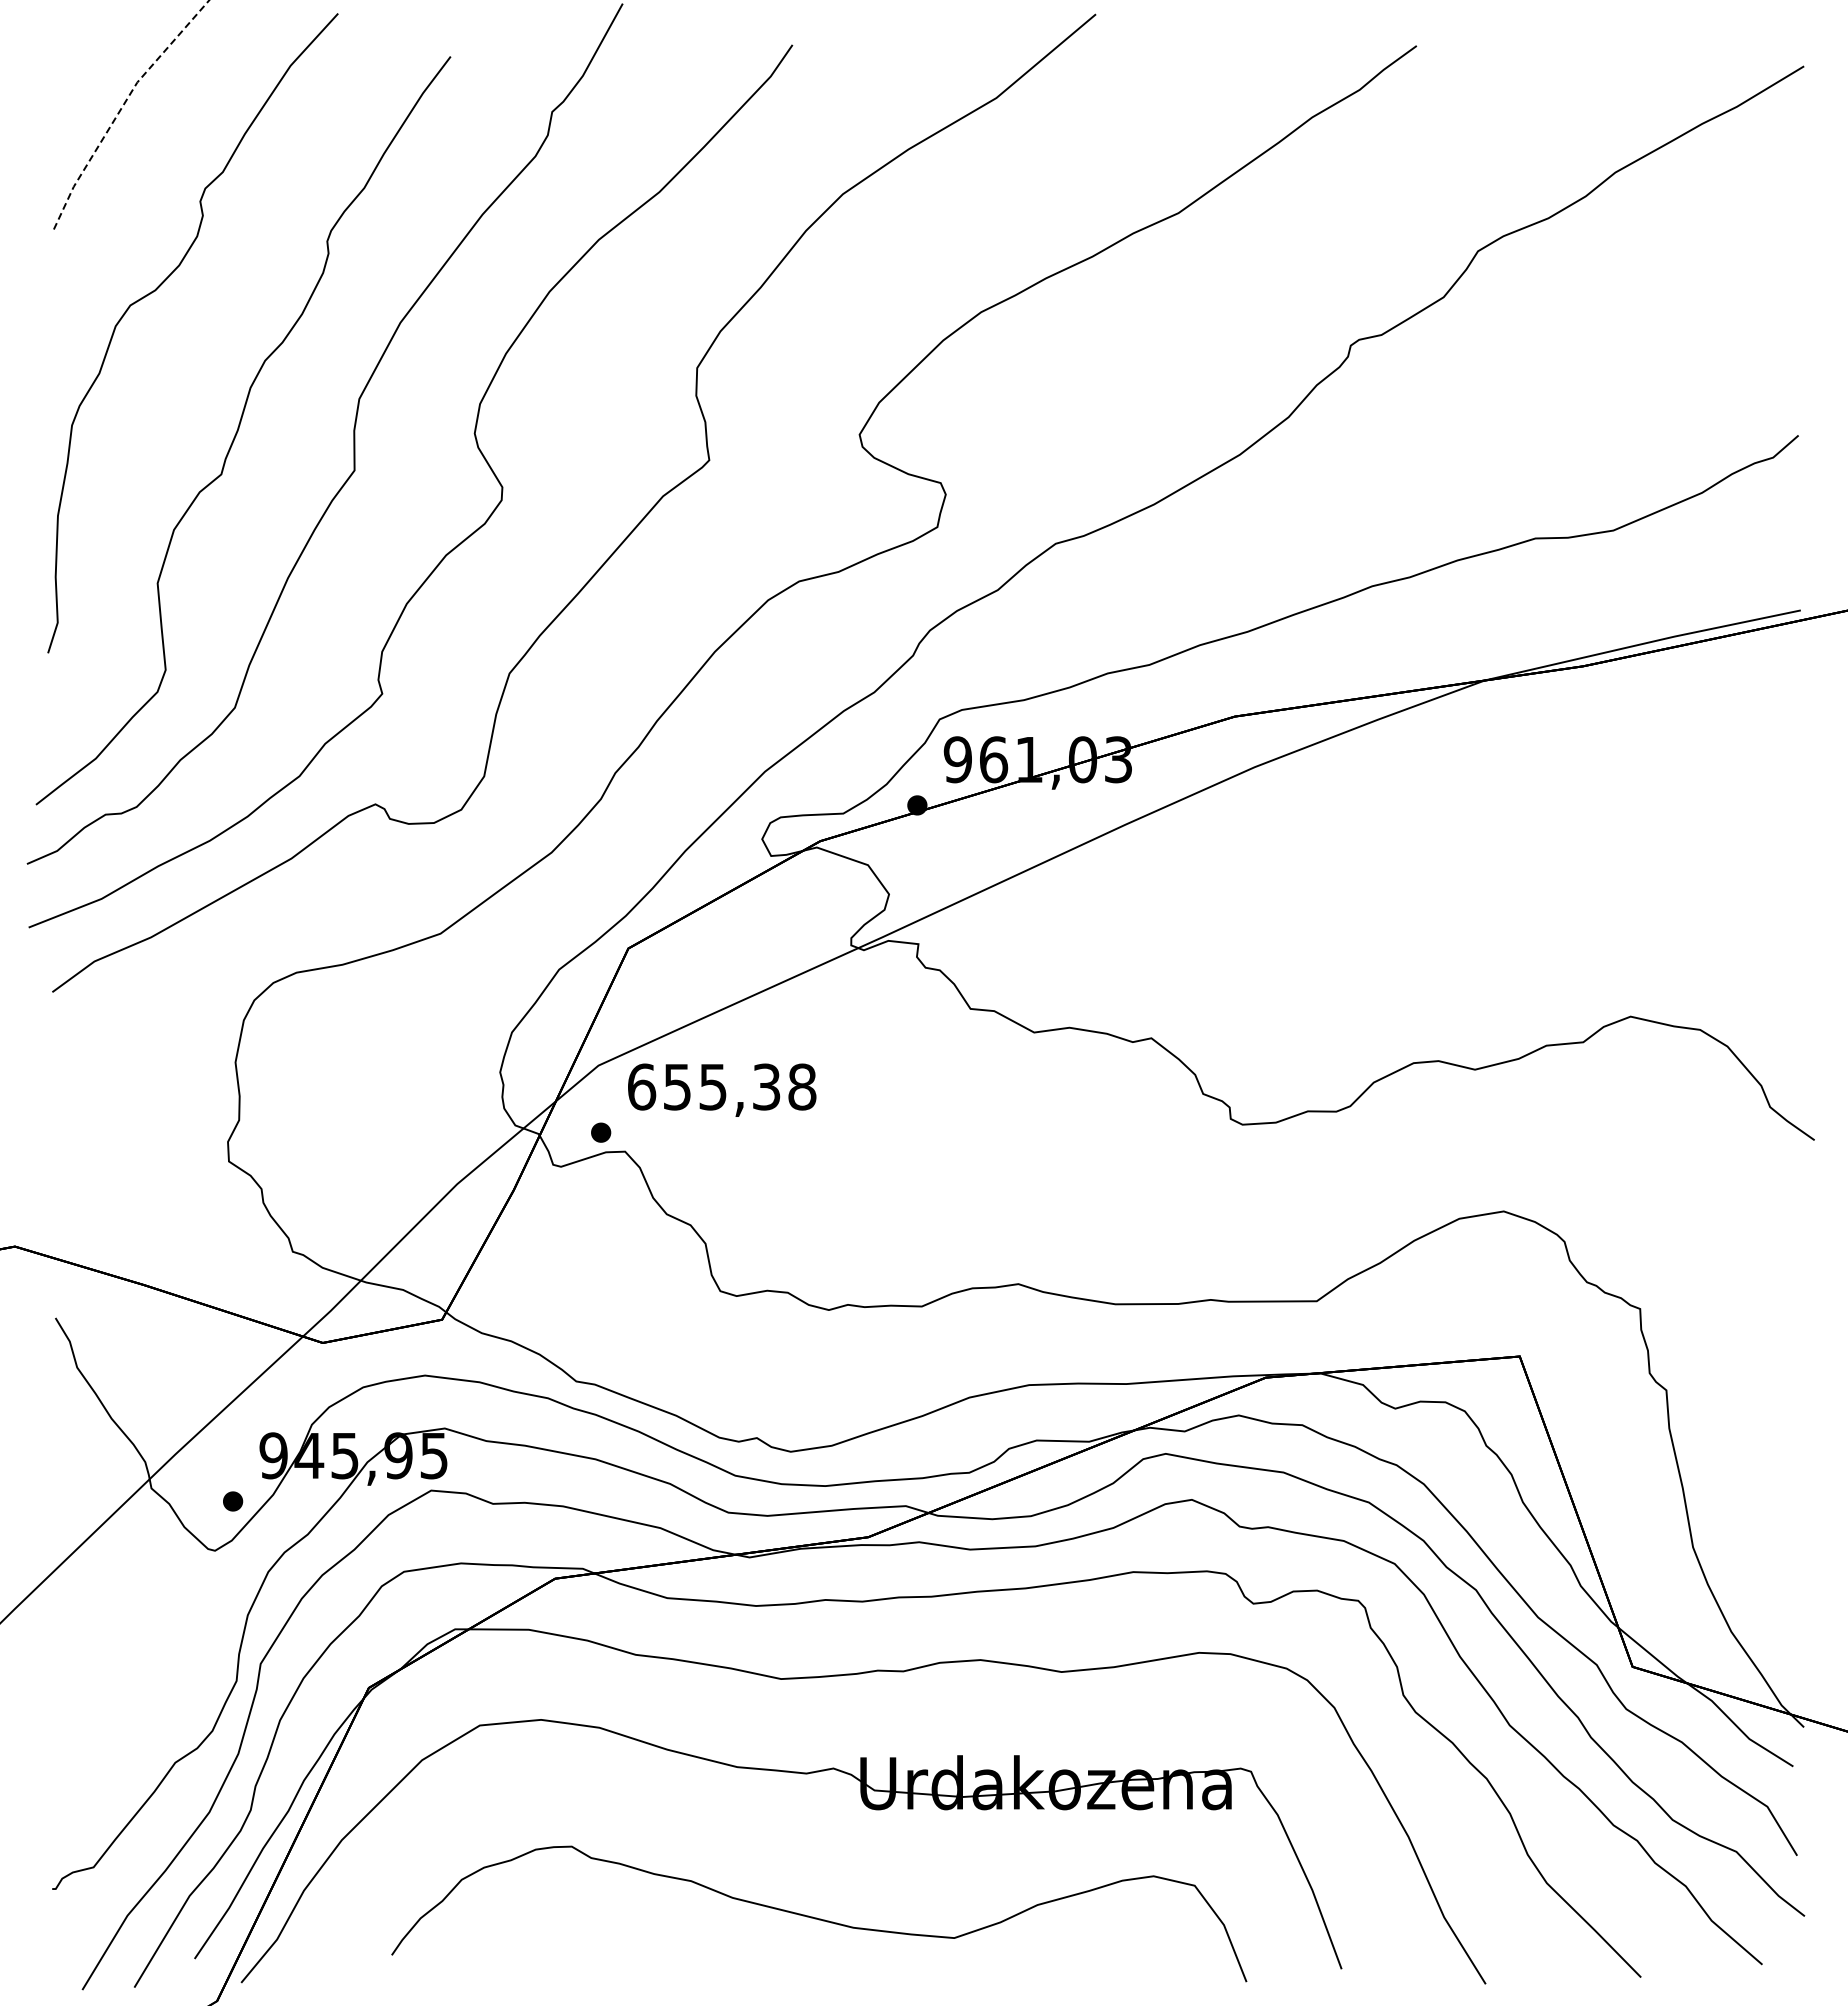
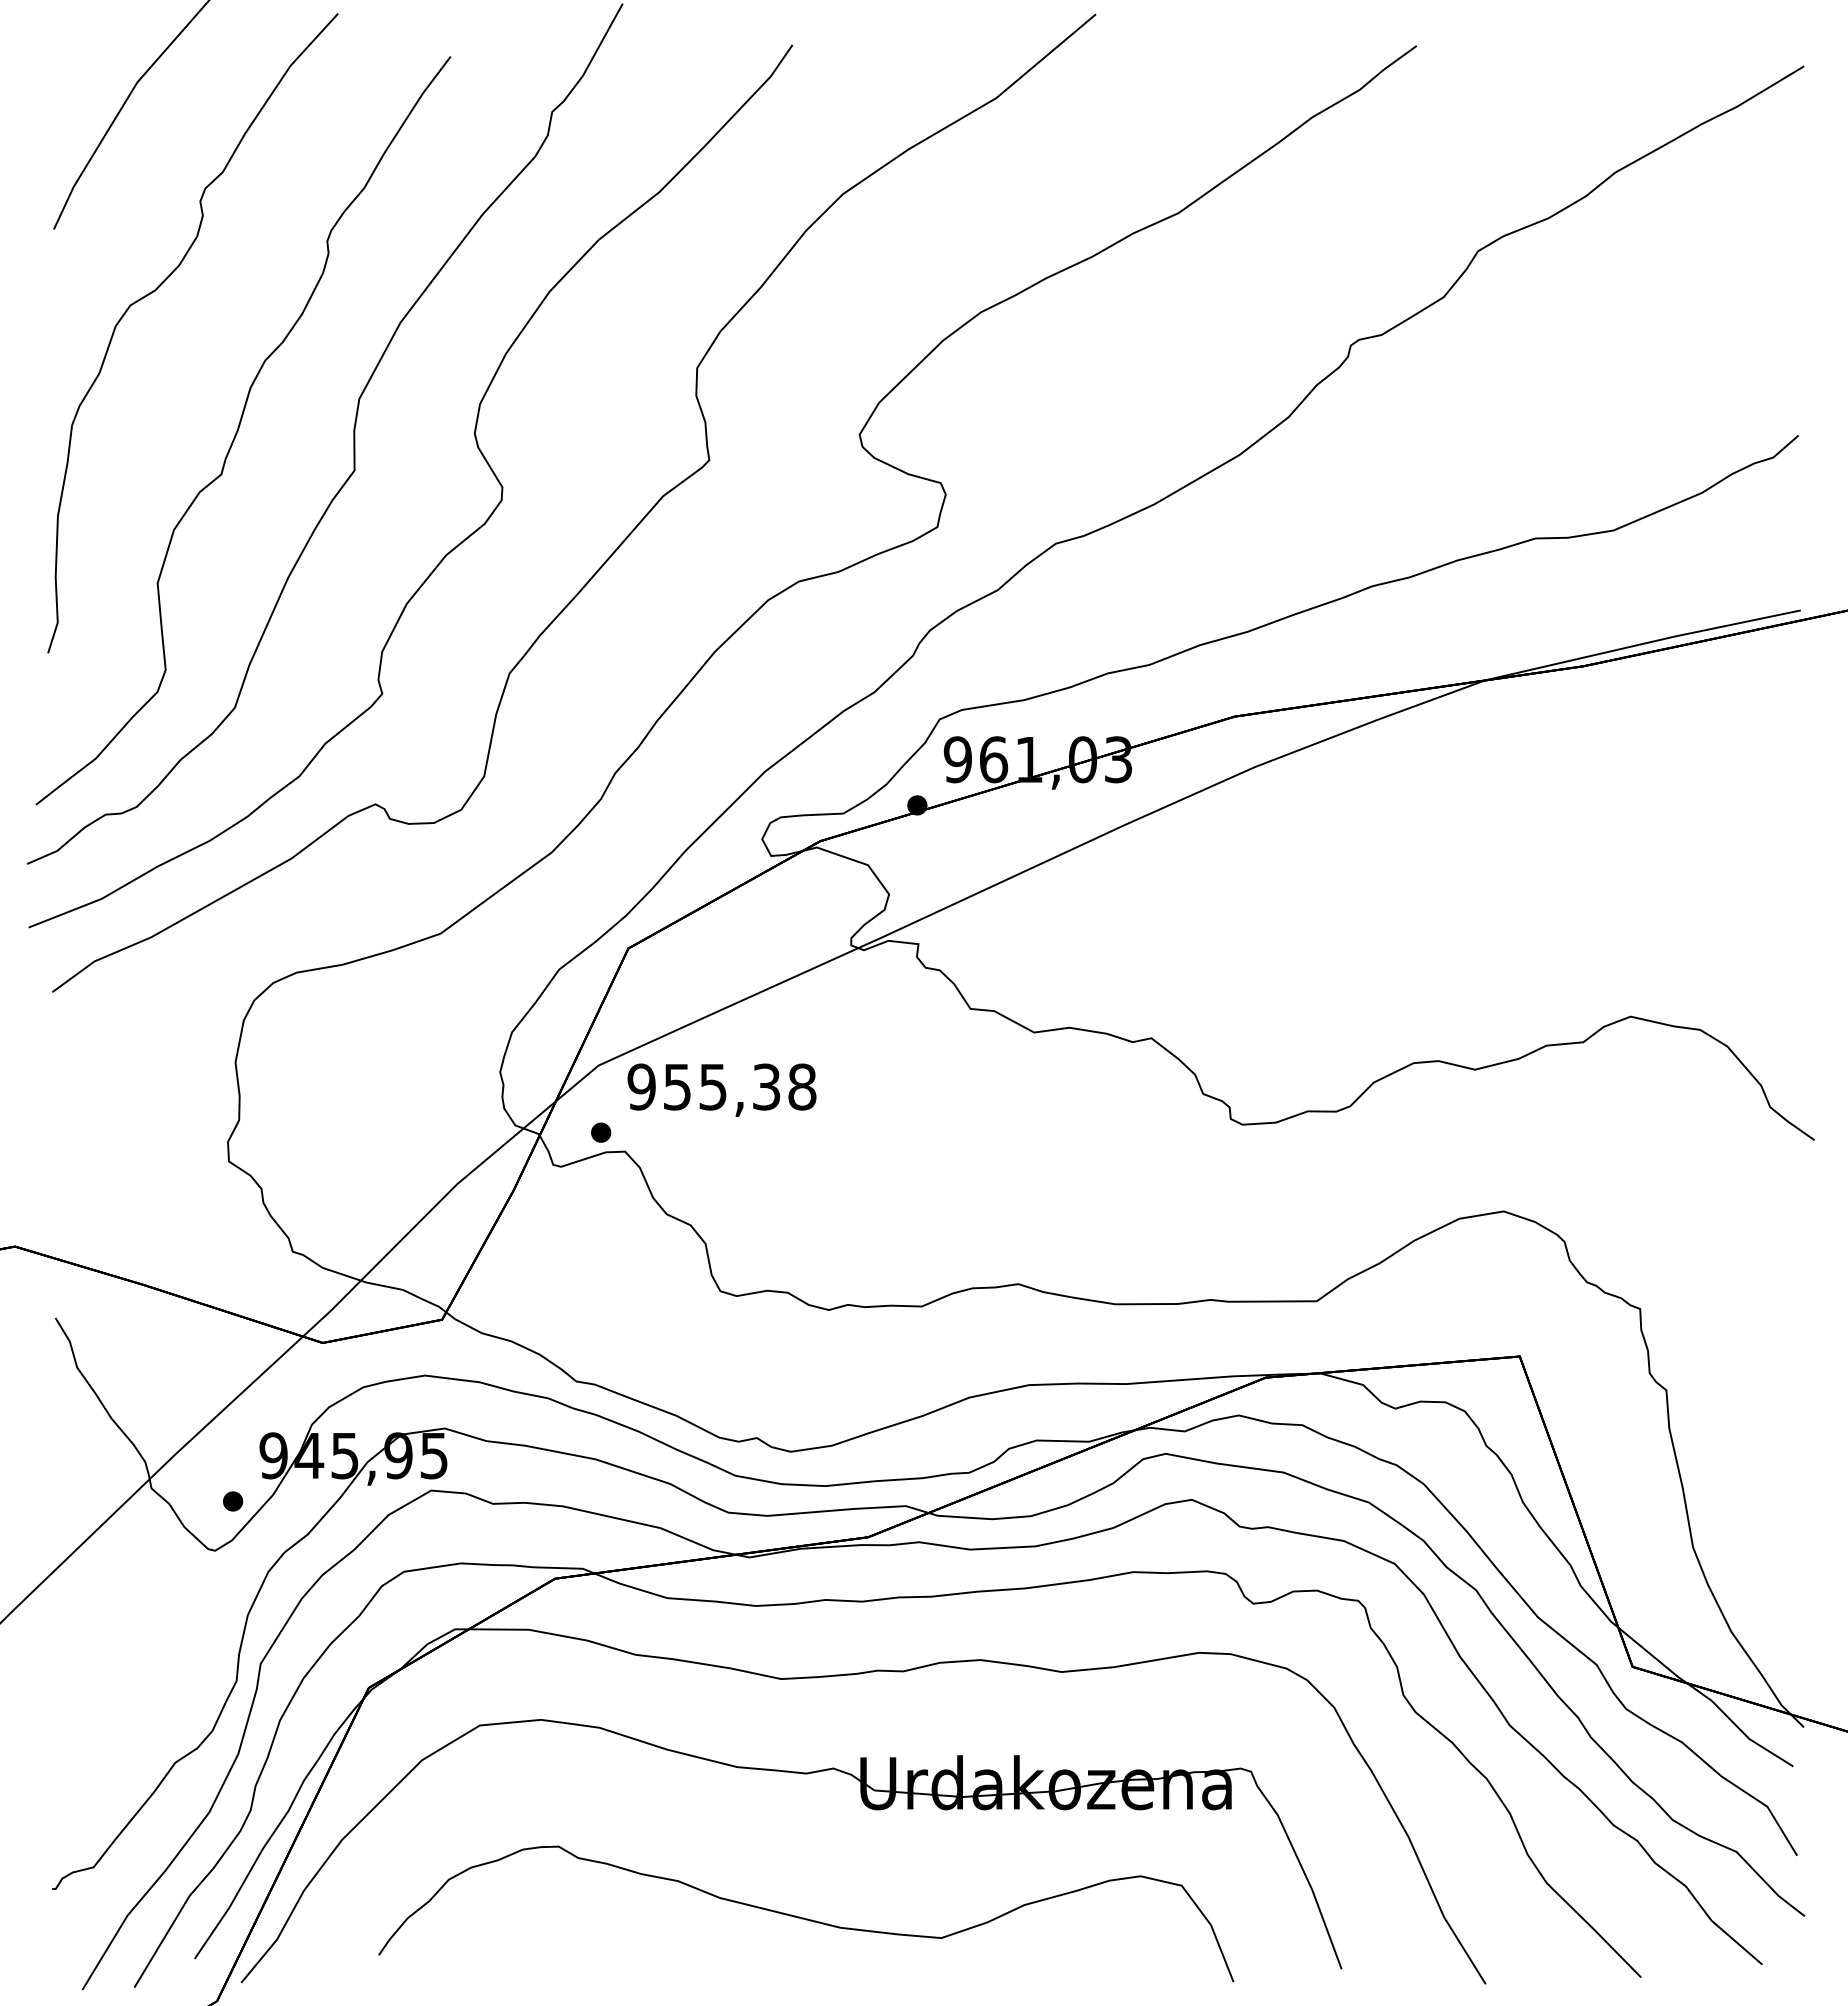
line at (121, 107): dashed -> solid
text at (641, 1086): 655,38 -> 955,38
curve at (816, 1917) position: (816, 1917) -> (803, 1917)
